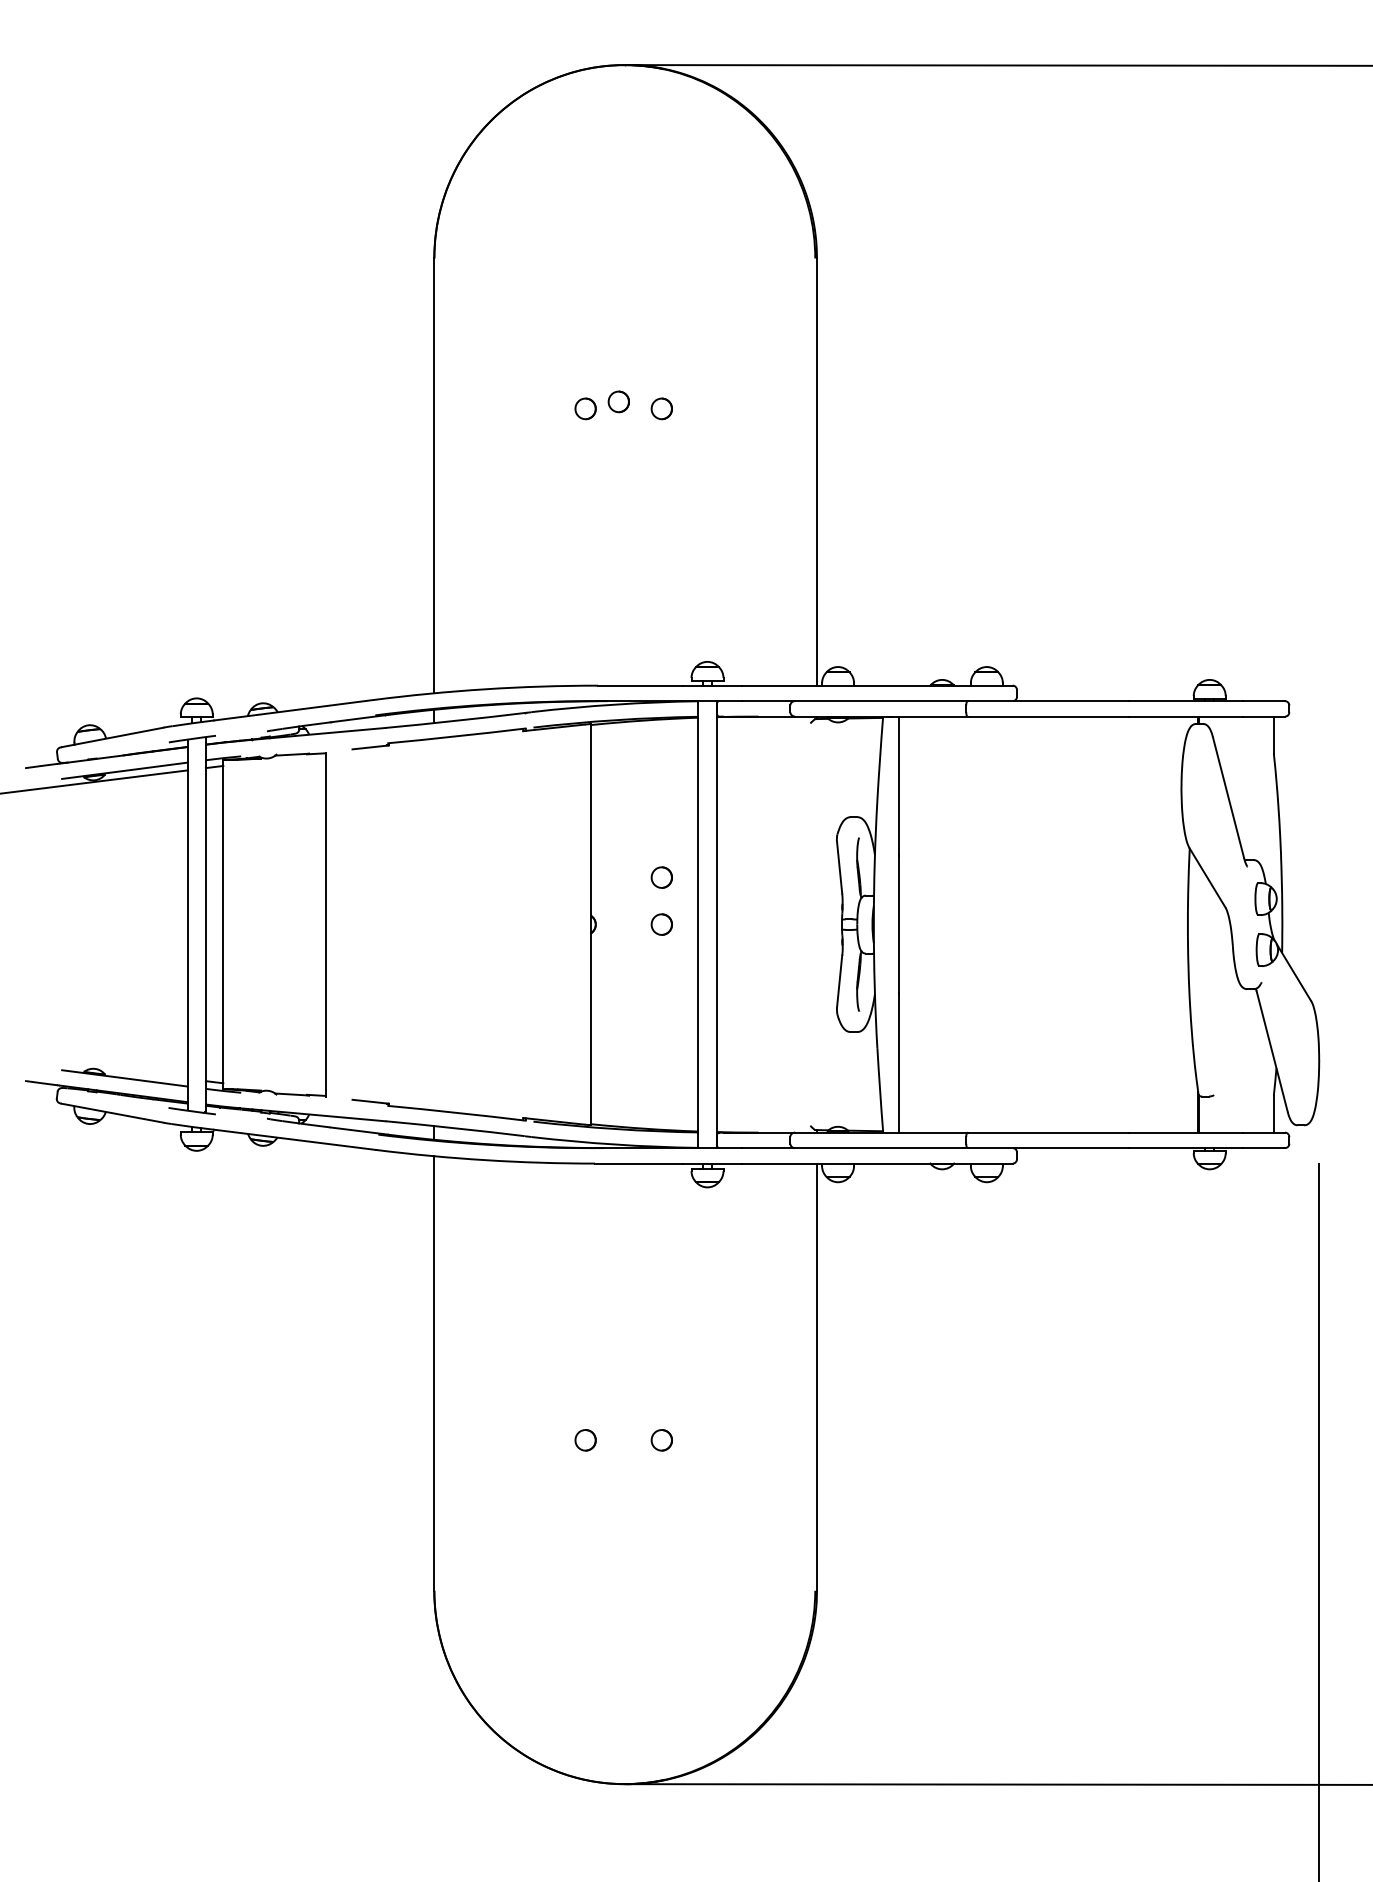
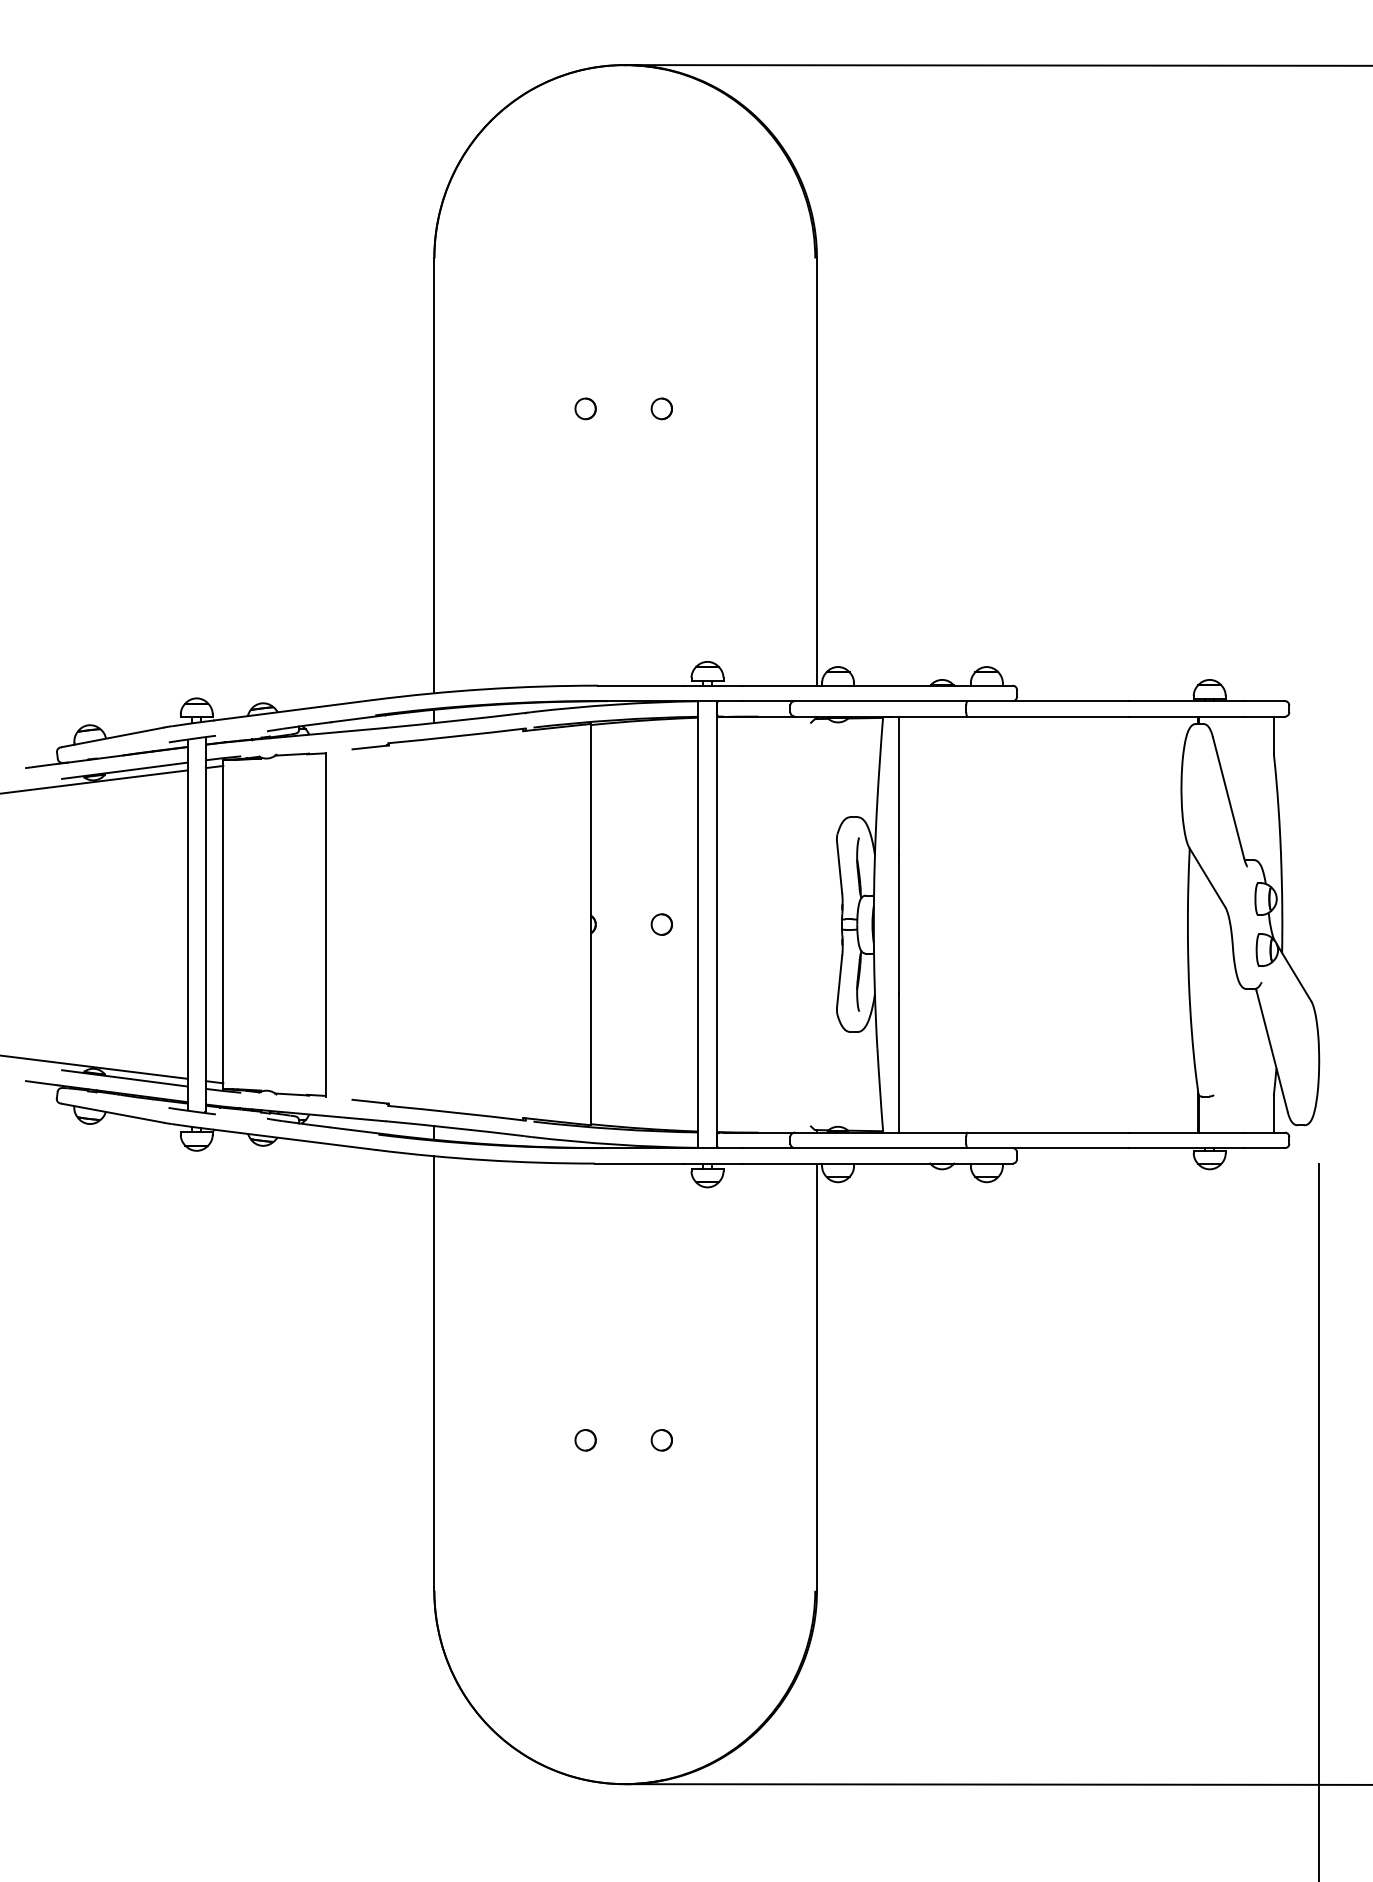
part at (618, 401): present -> none
part at (661, 877): present -> none
line at (94, 1066): none -> present
